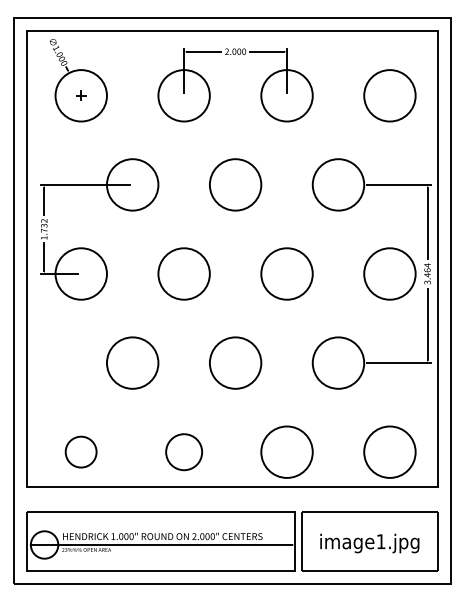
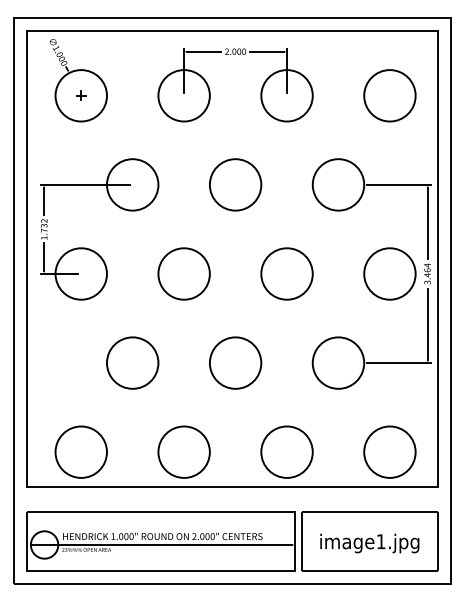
circle at (80, 451) size: 34x34 px -> 54x54 px
circle at (184, 452) diameter: 36 px -> 51 px
